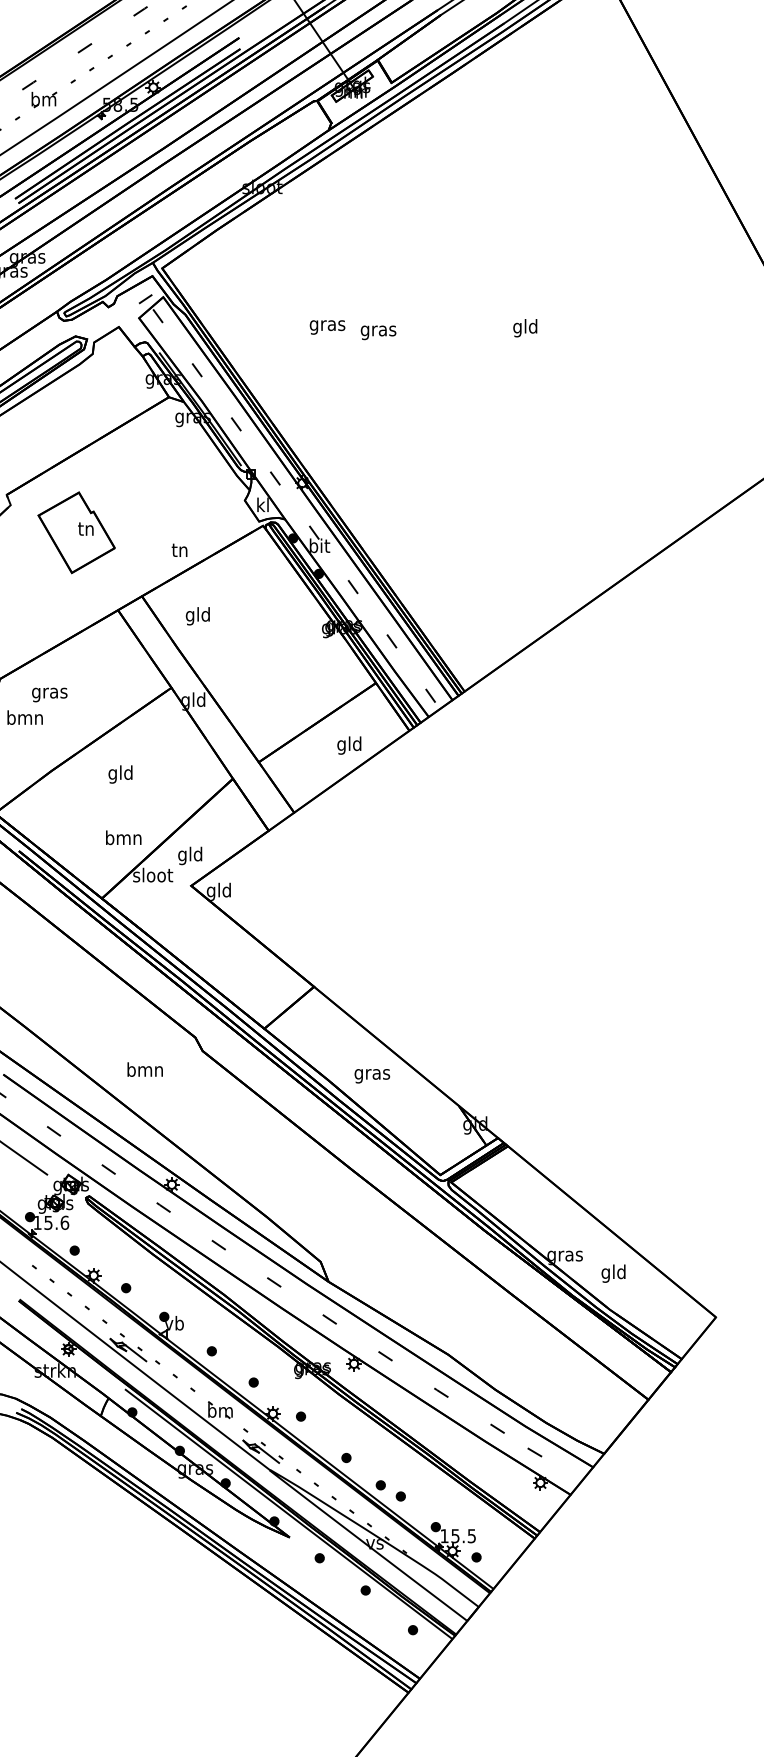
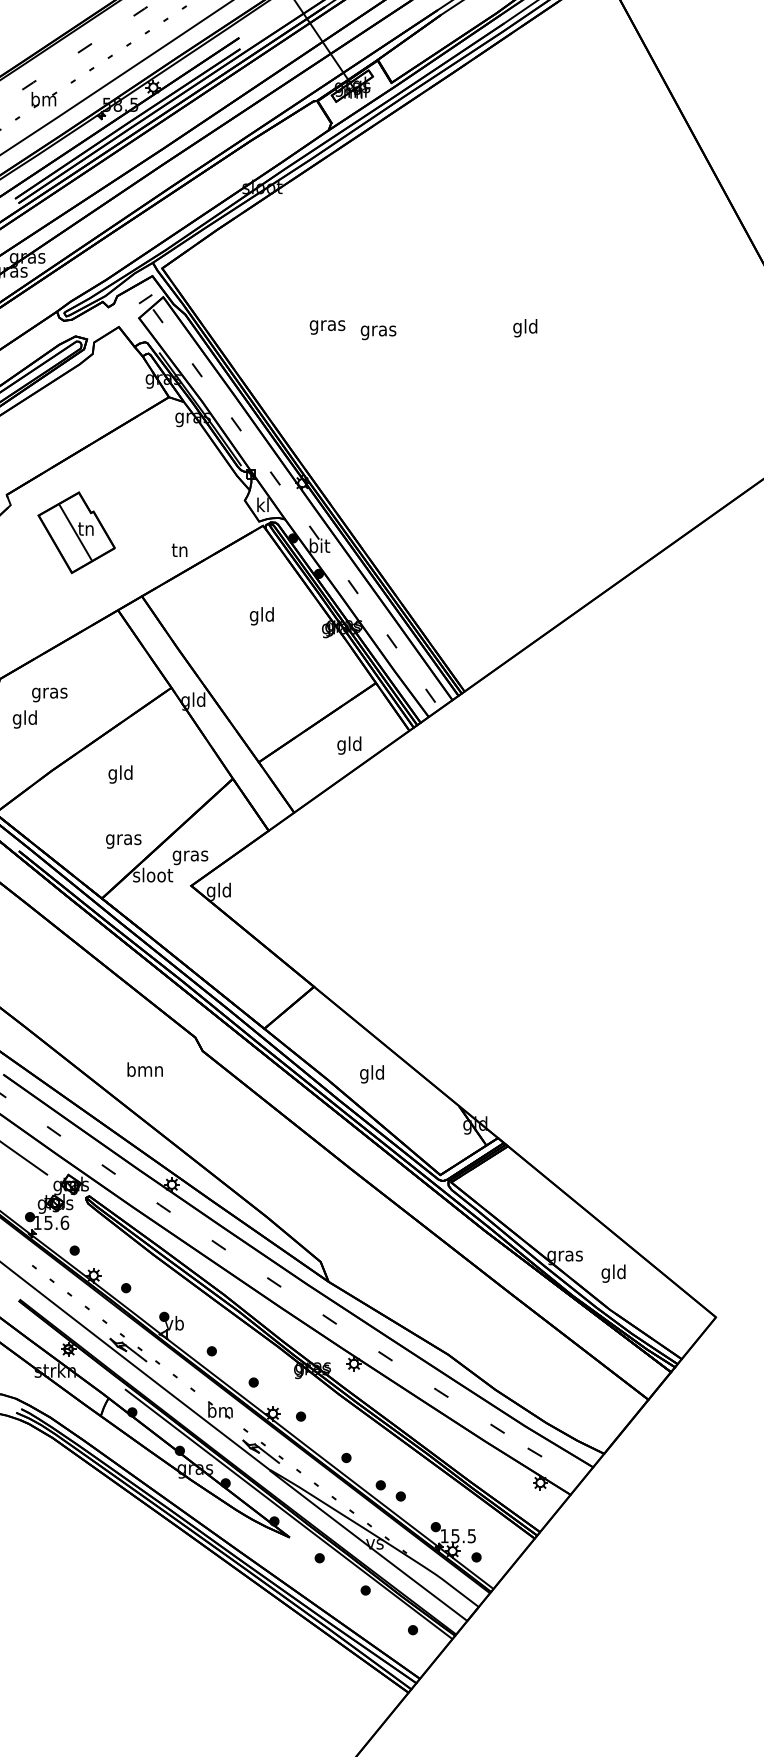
line at (75, 532): none -> present
text at (197, 616) position: (197, 616) -> (261, 616)
text at (24, 719): bmn -> gld
text at (123, 839): bmn -> gras
text at (190, 855): gld -> gras
text at (372, 1074): gras -> gld
